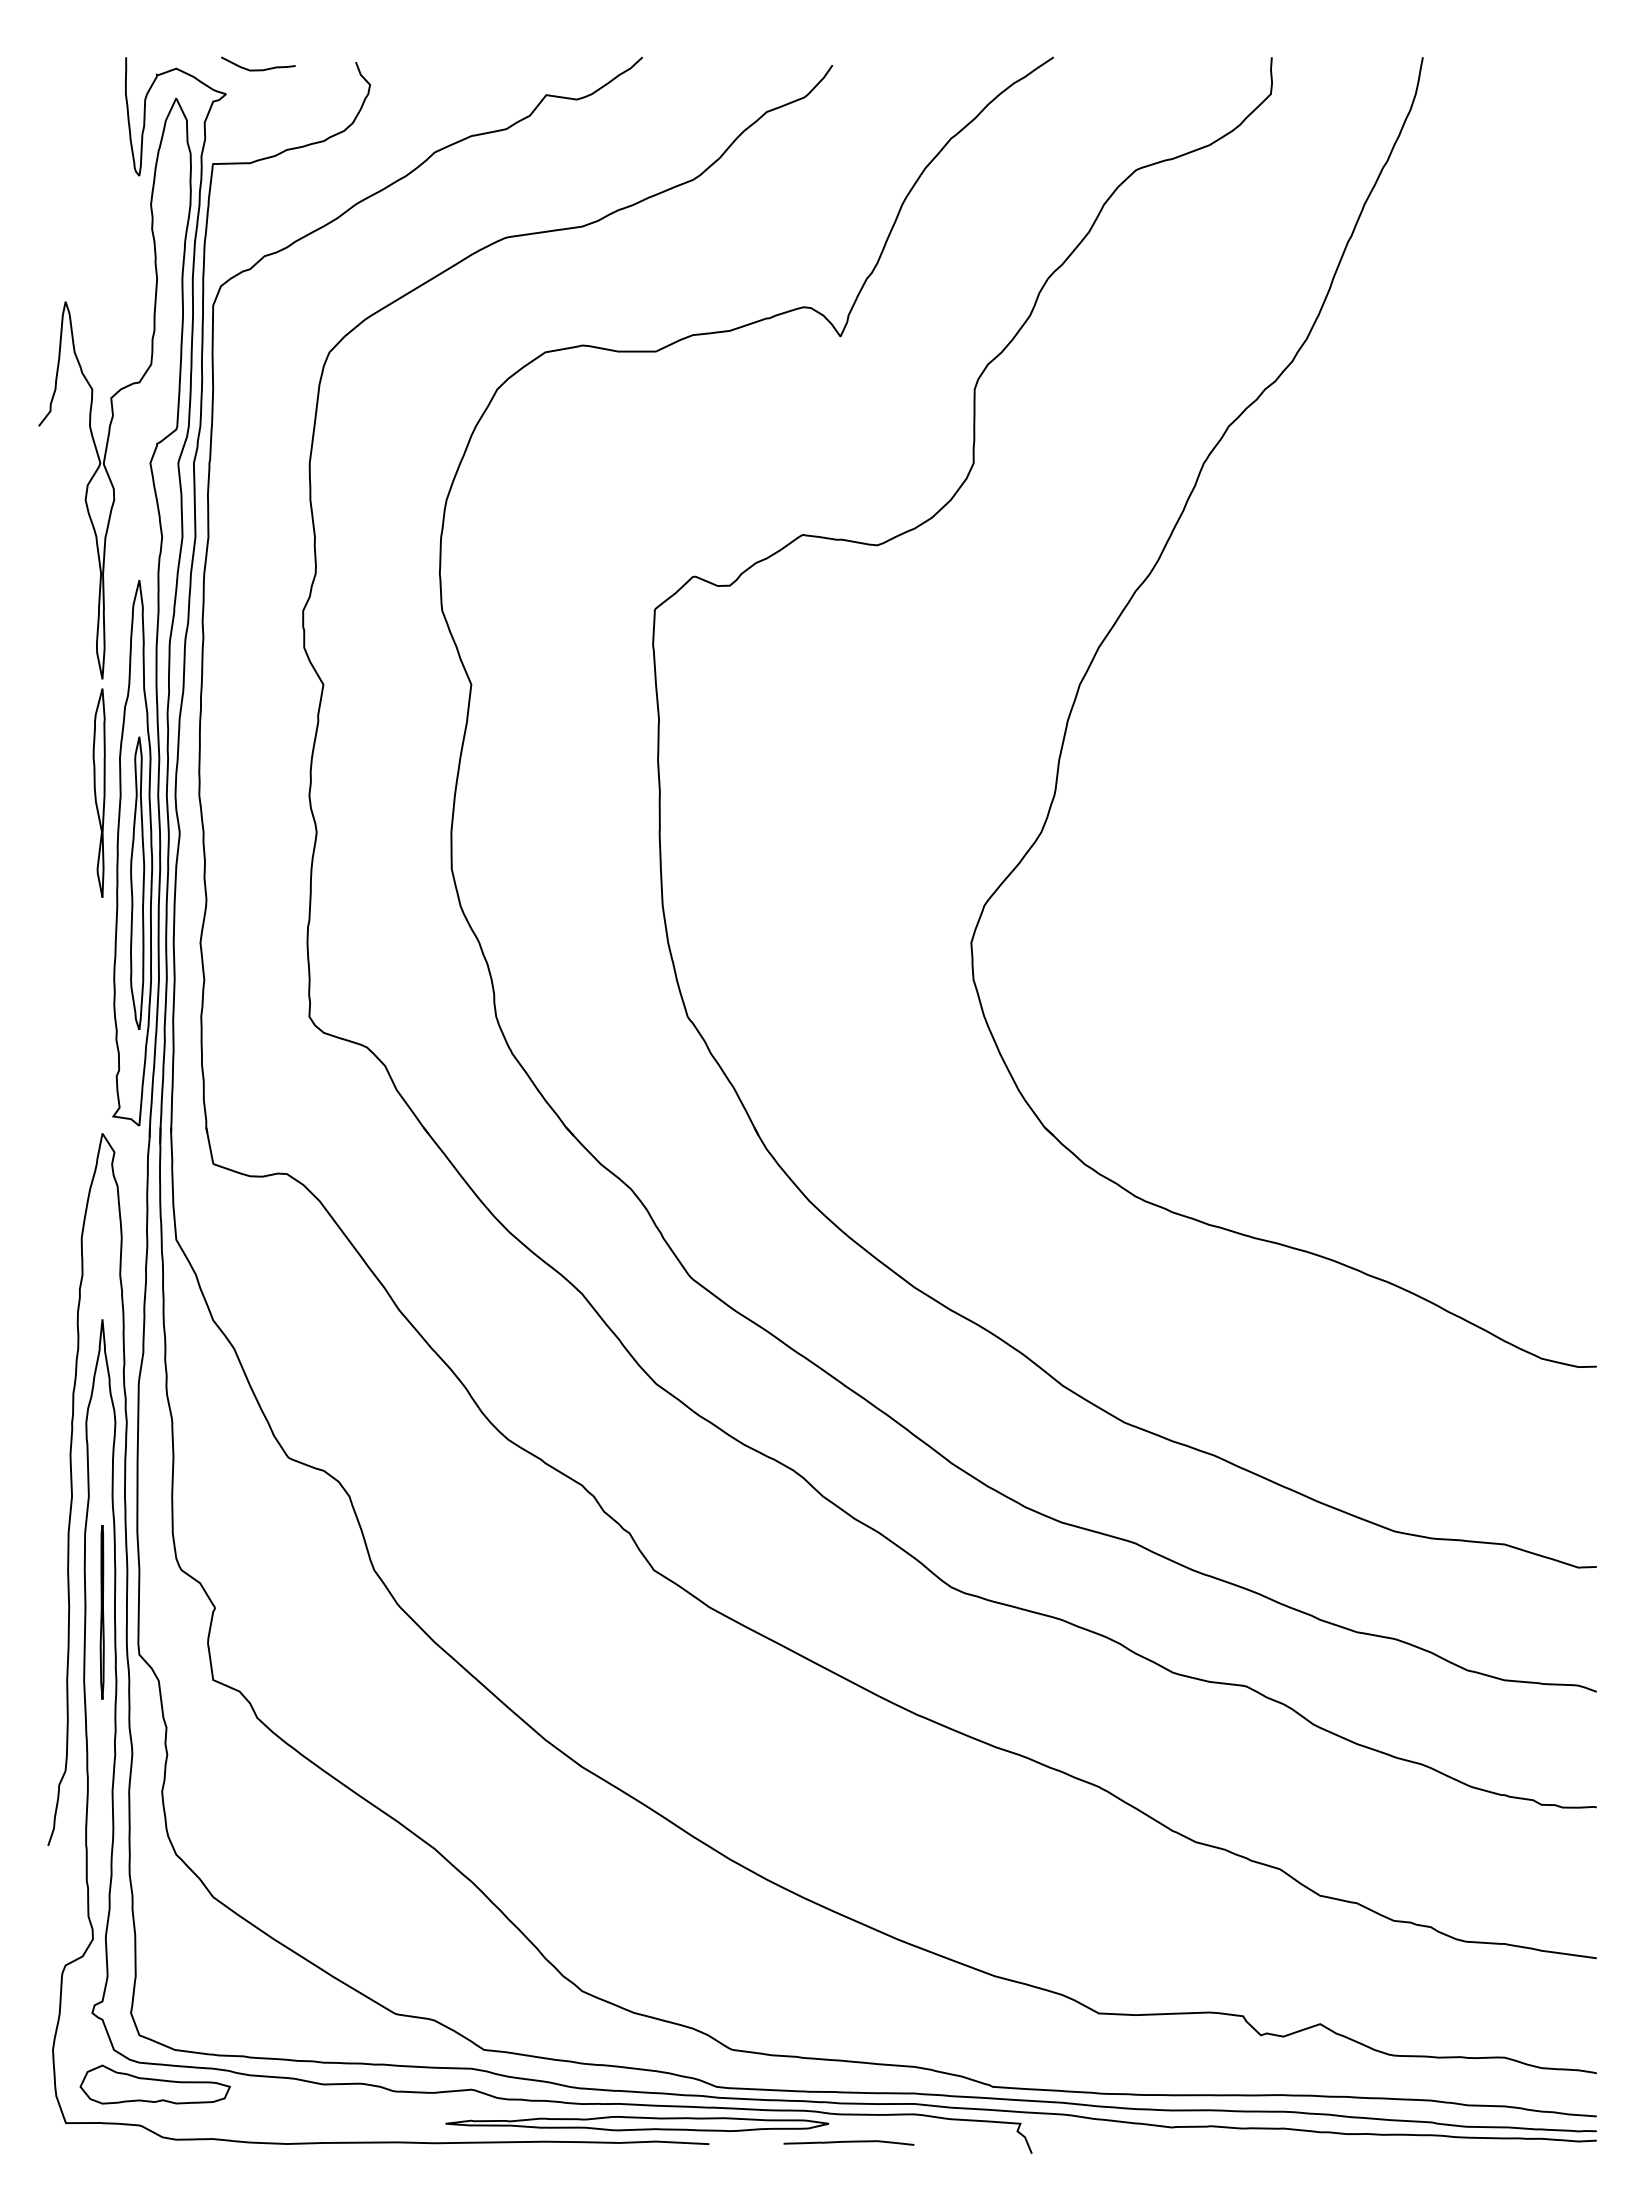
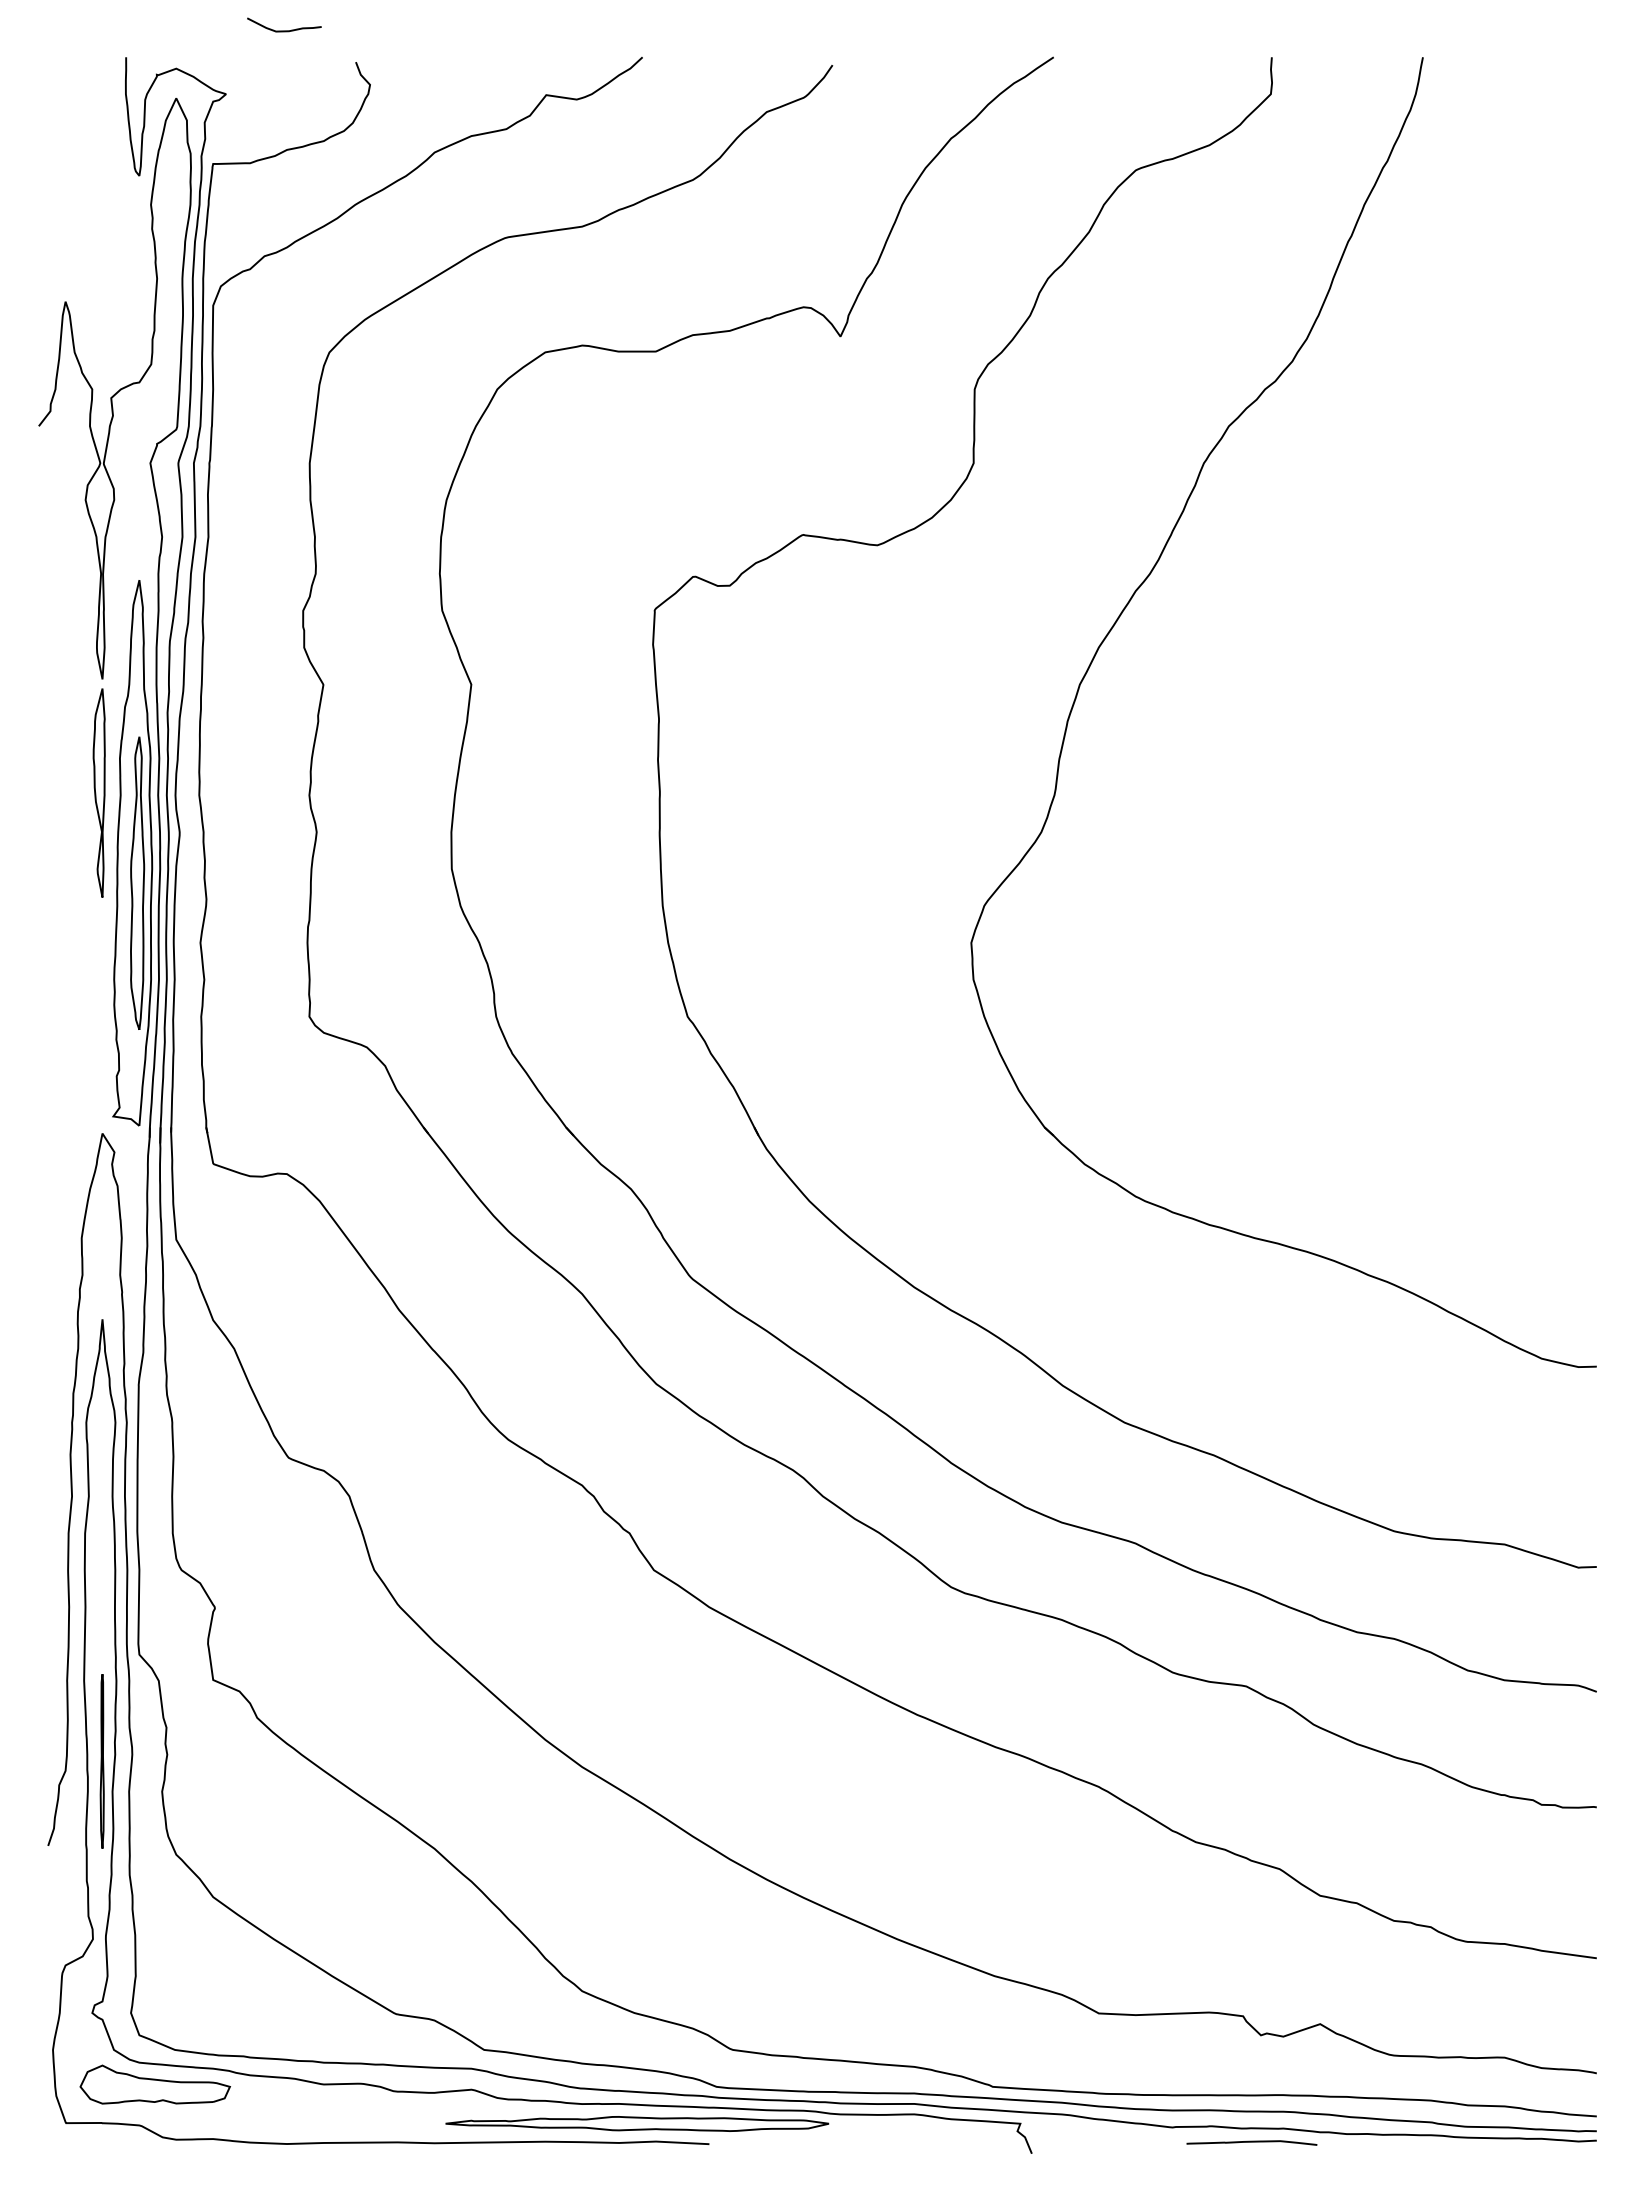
curve at (258, 69) position: (258, 69) -> (284, 30)
part at (101, 1612) position: (101, 1612) -> (101, 1761)
curve at (848, 2142) position: (848, 2142) -> (1251, 2142)
